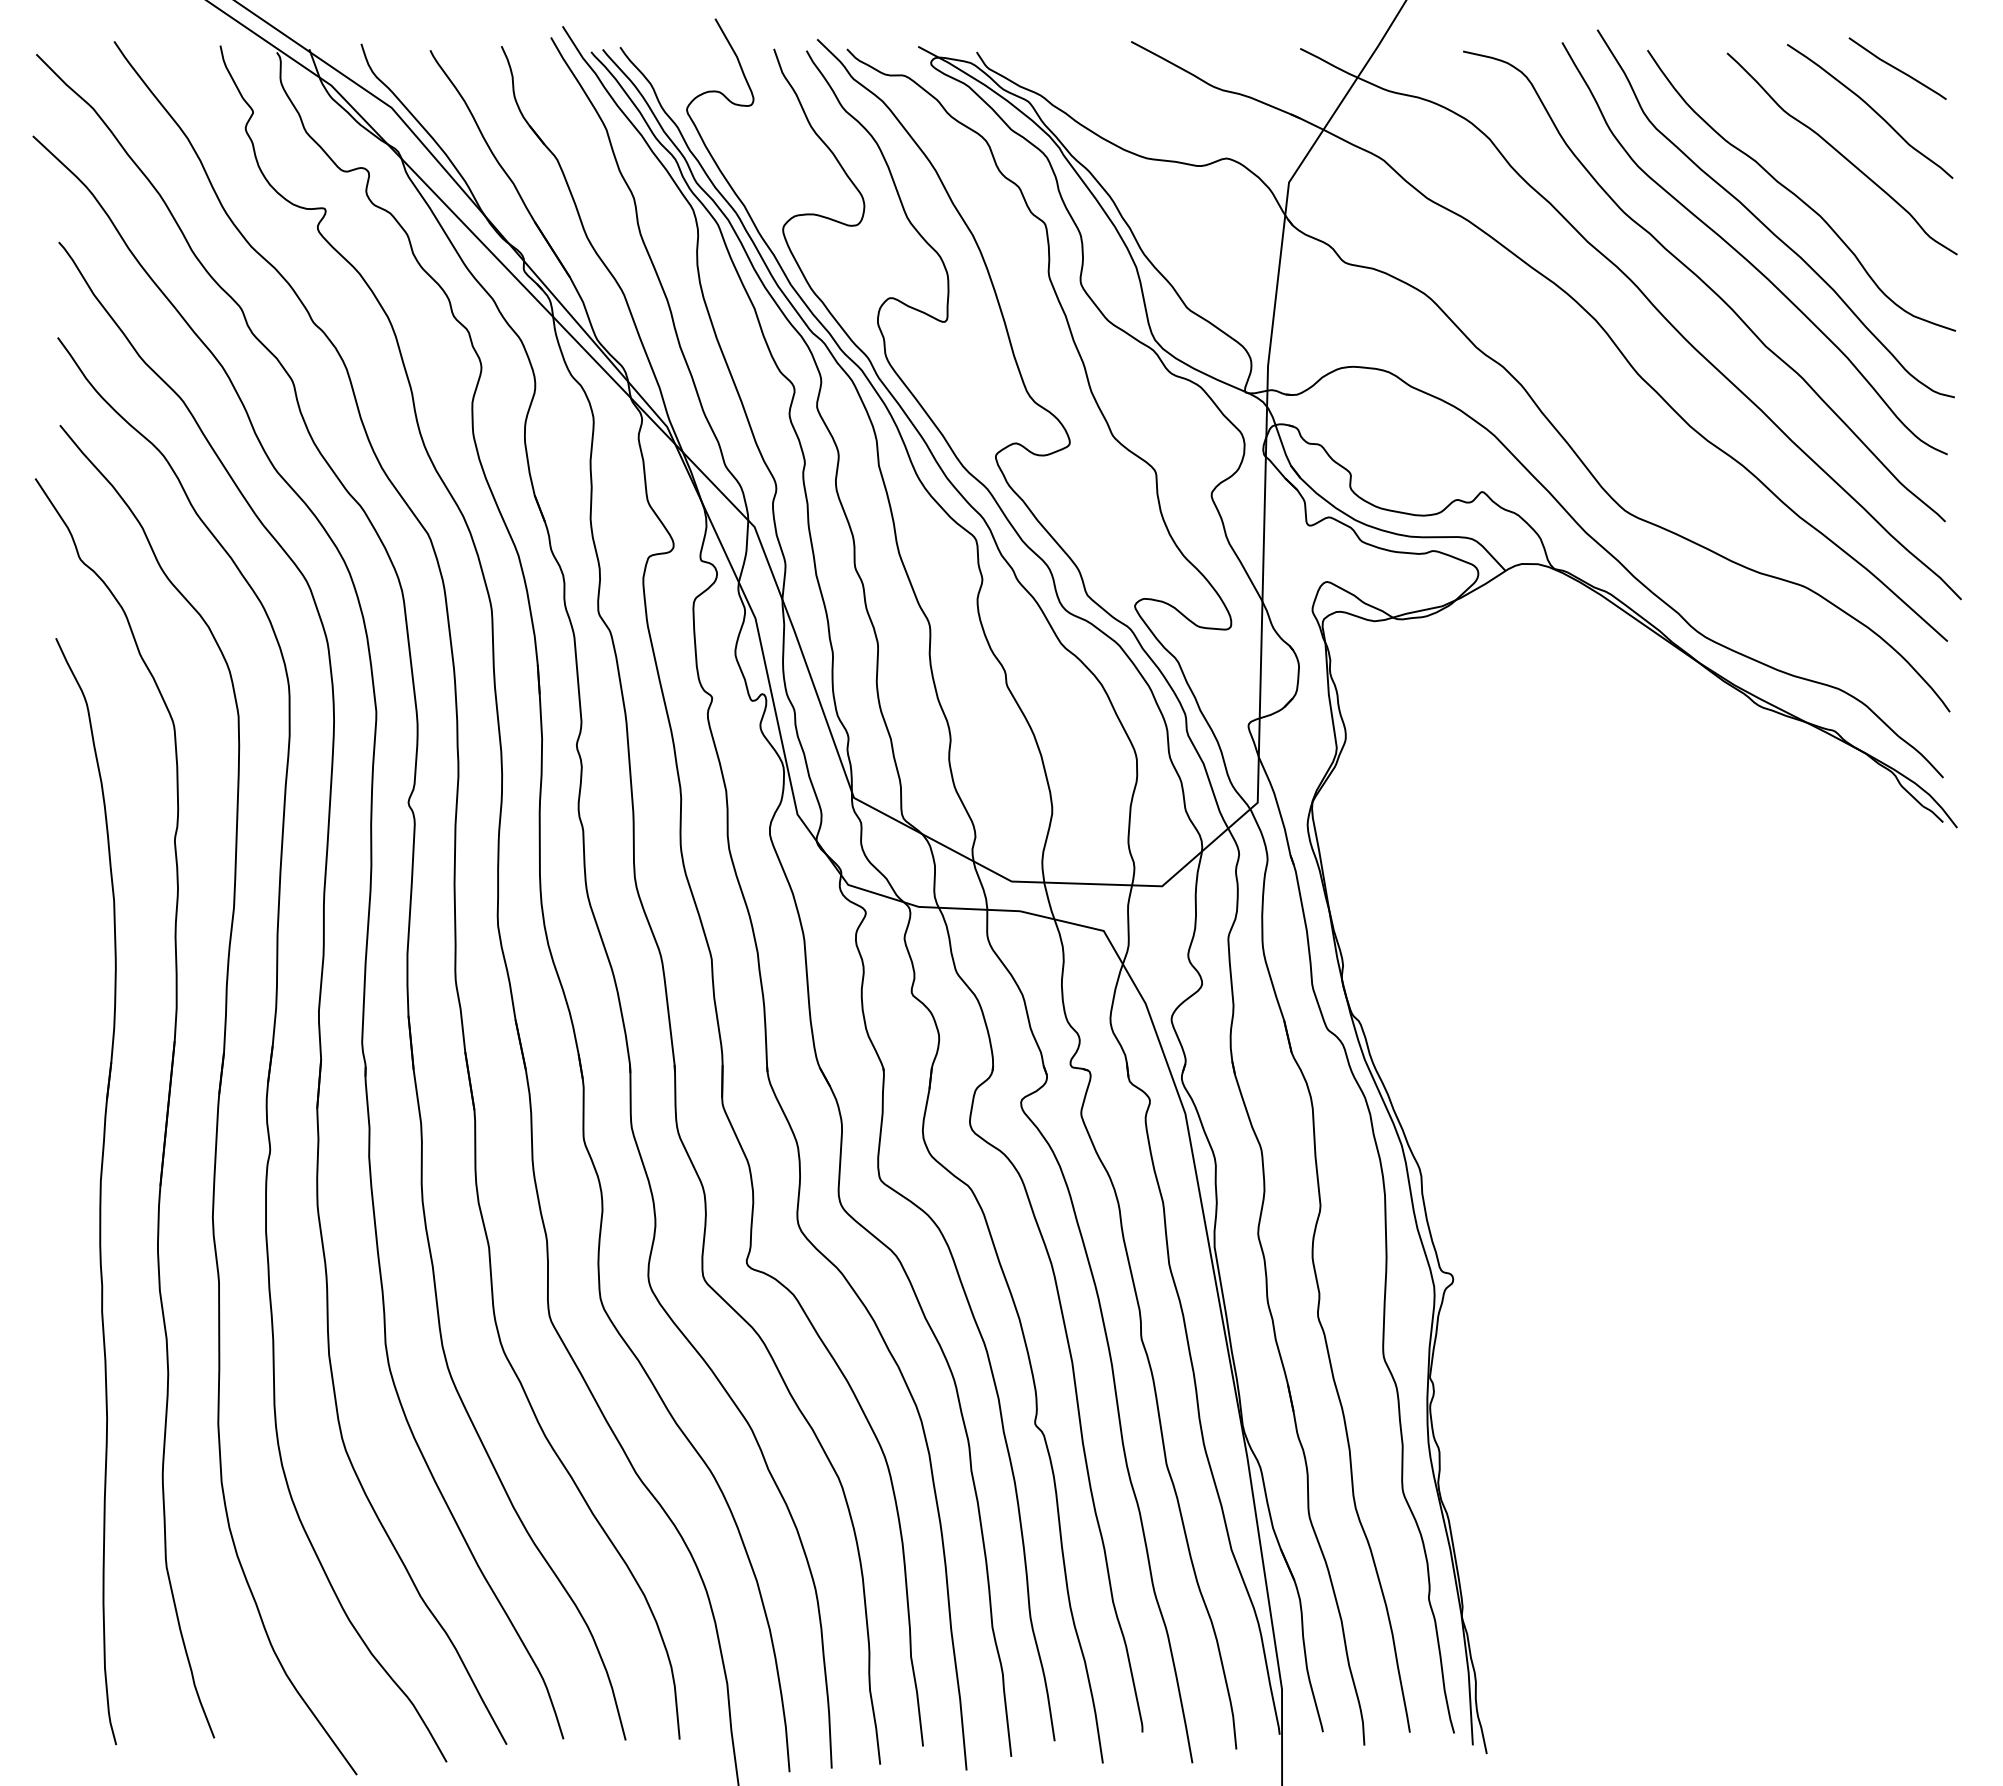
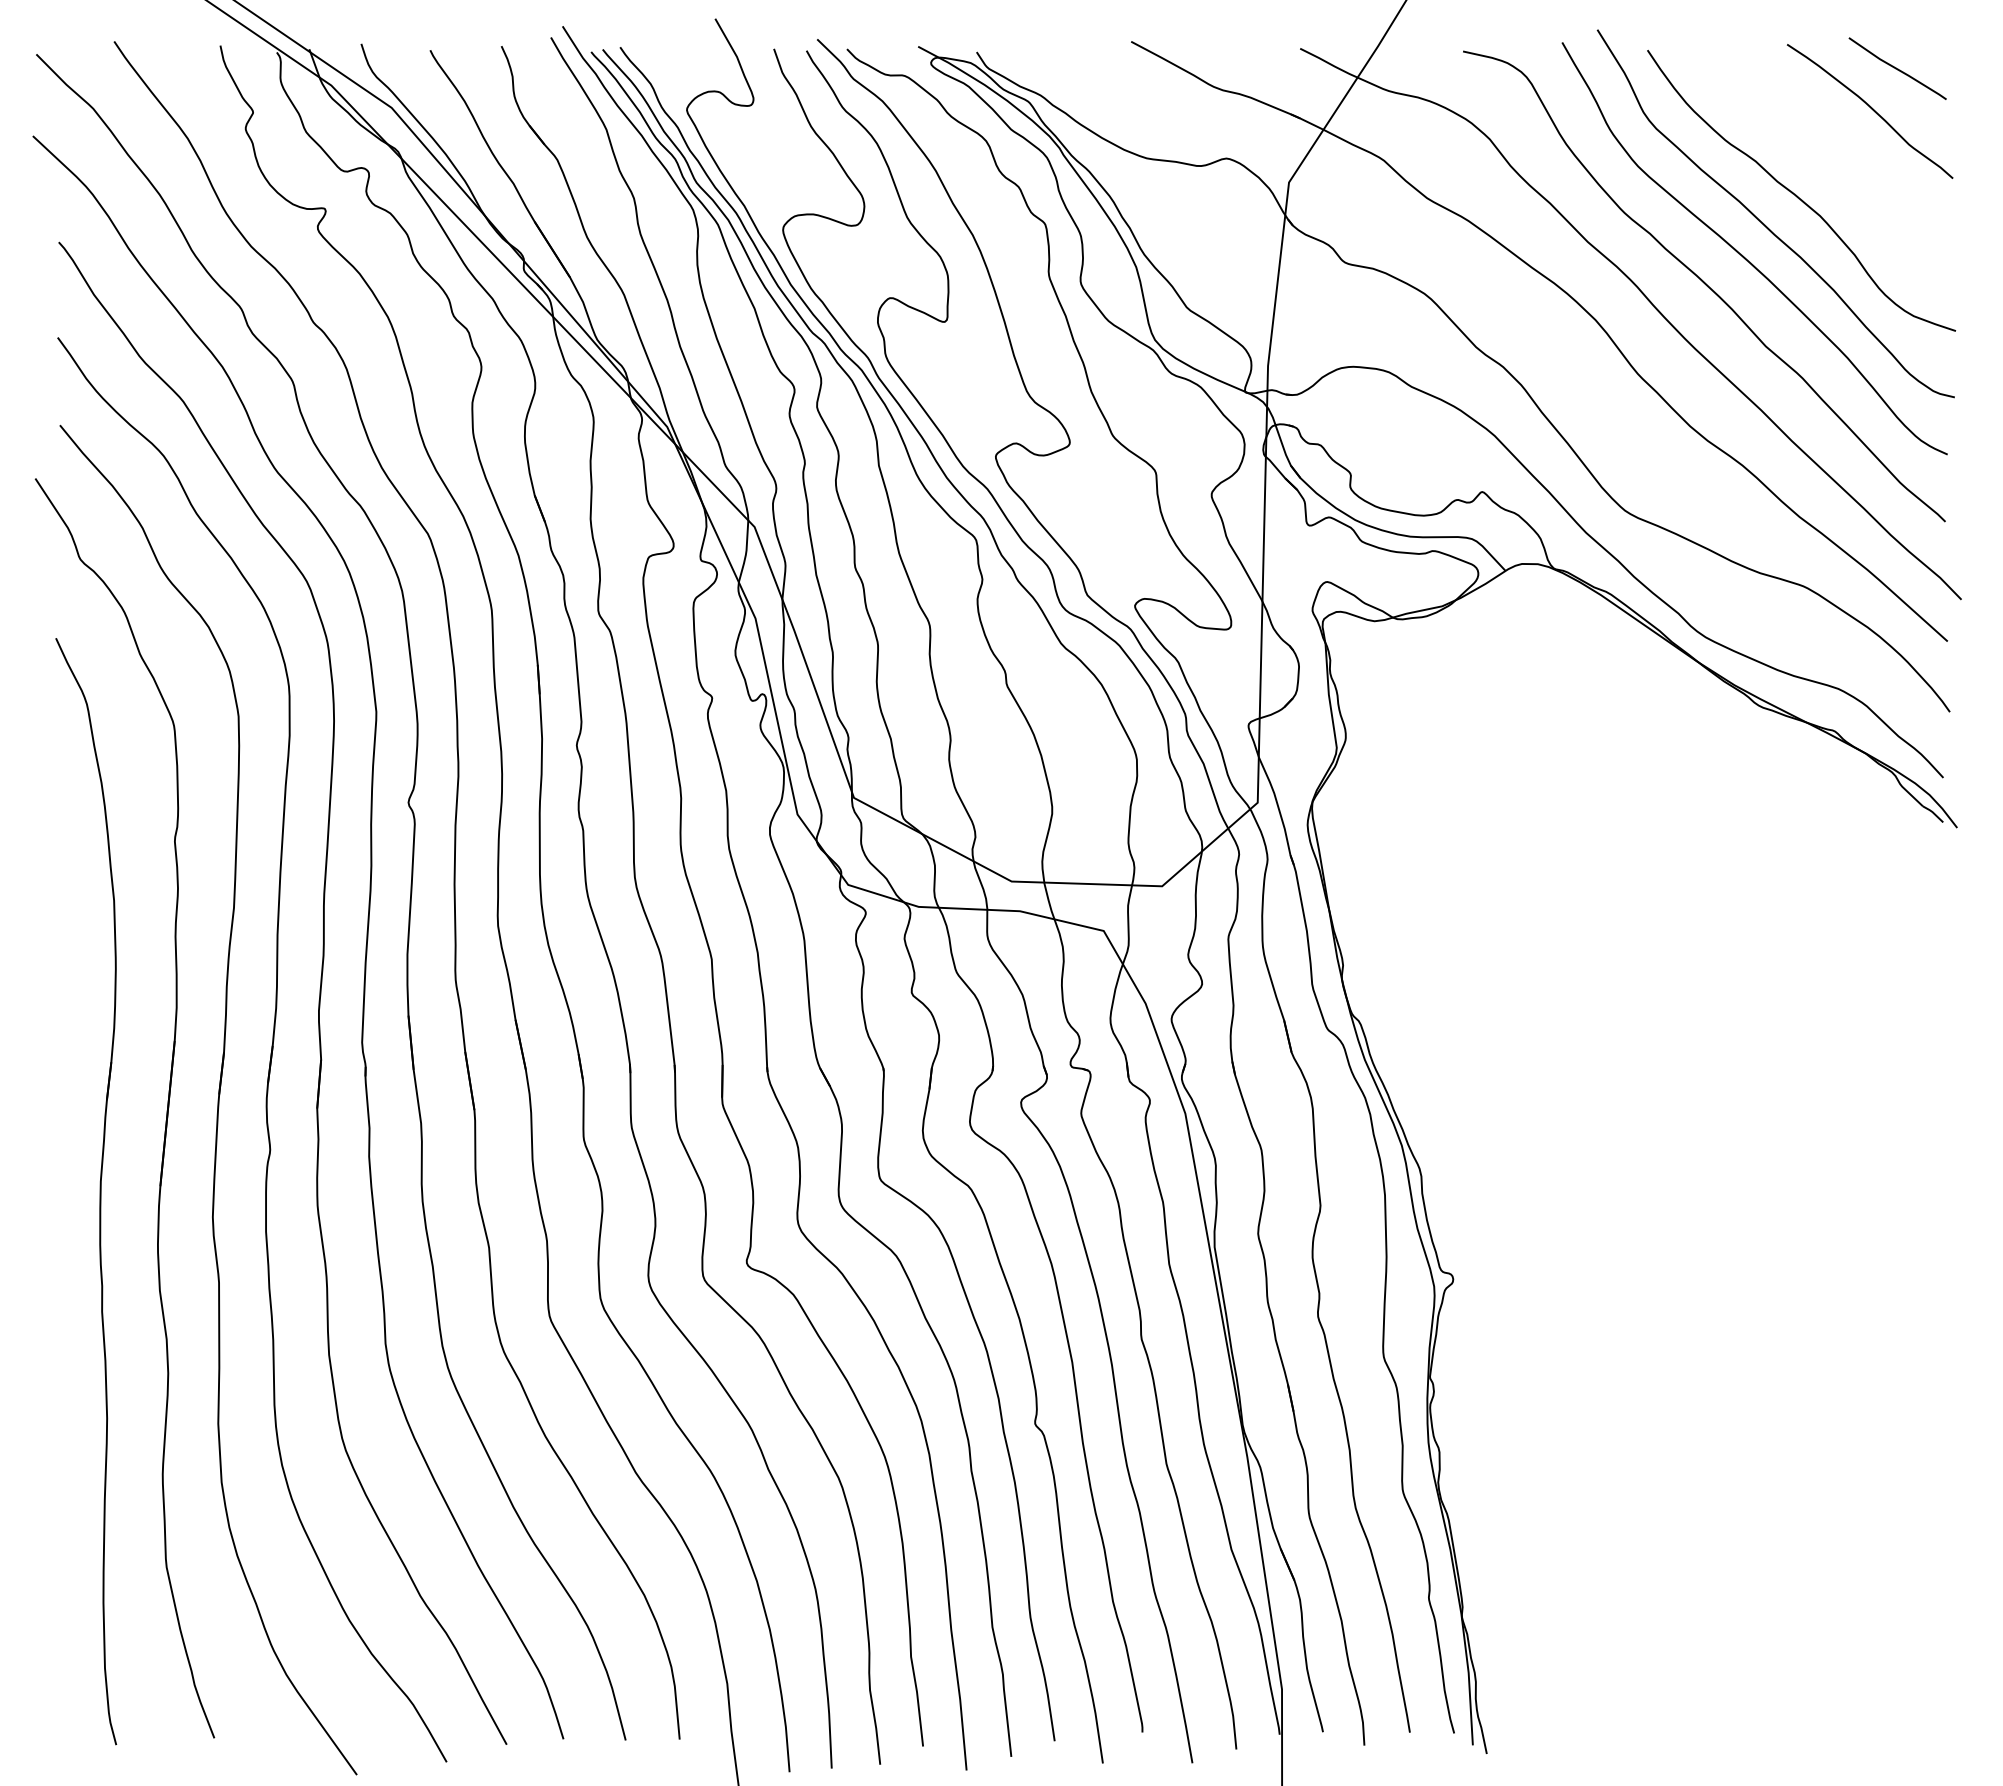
curve at (1841, 153): present -> none
